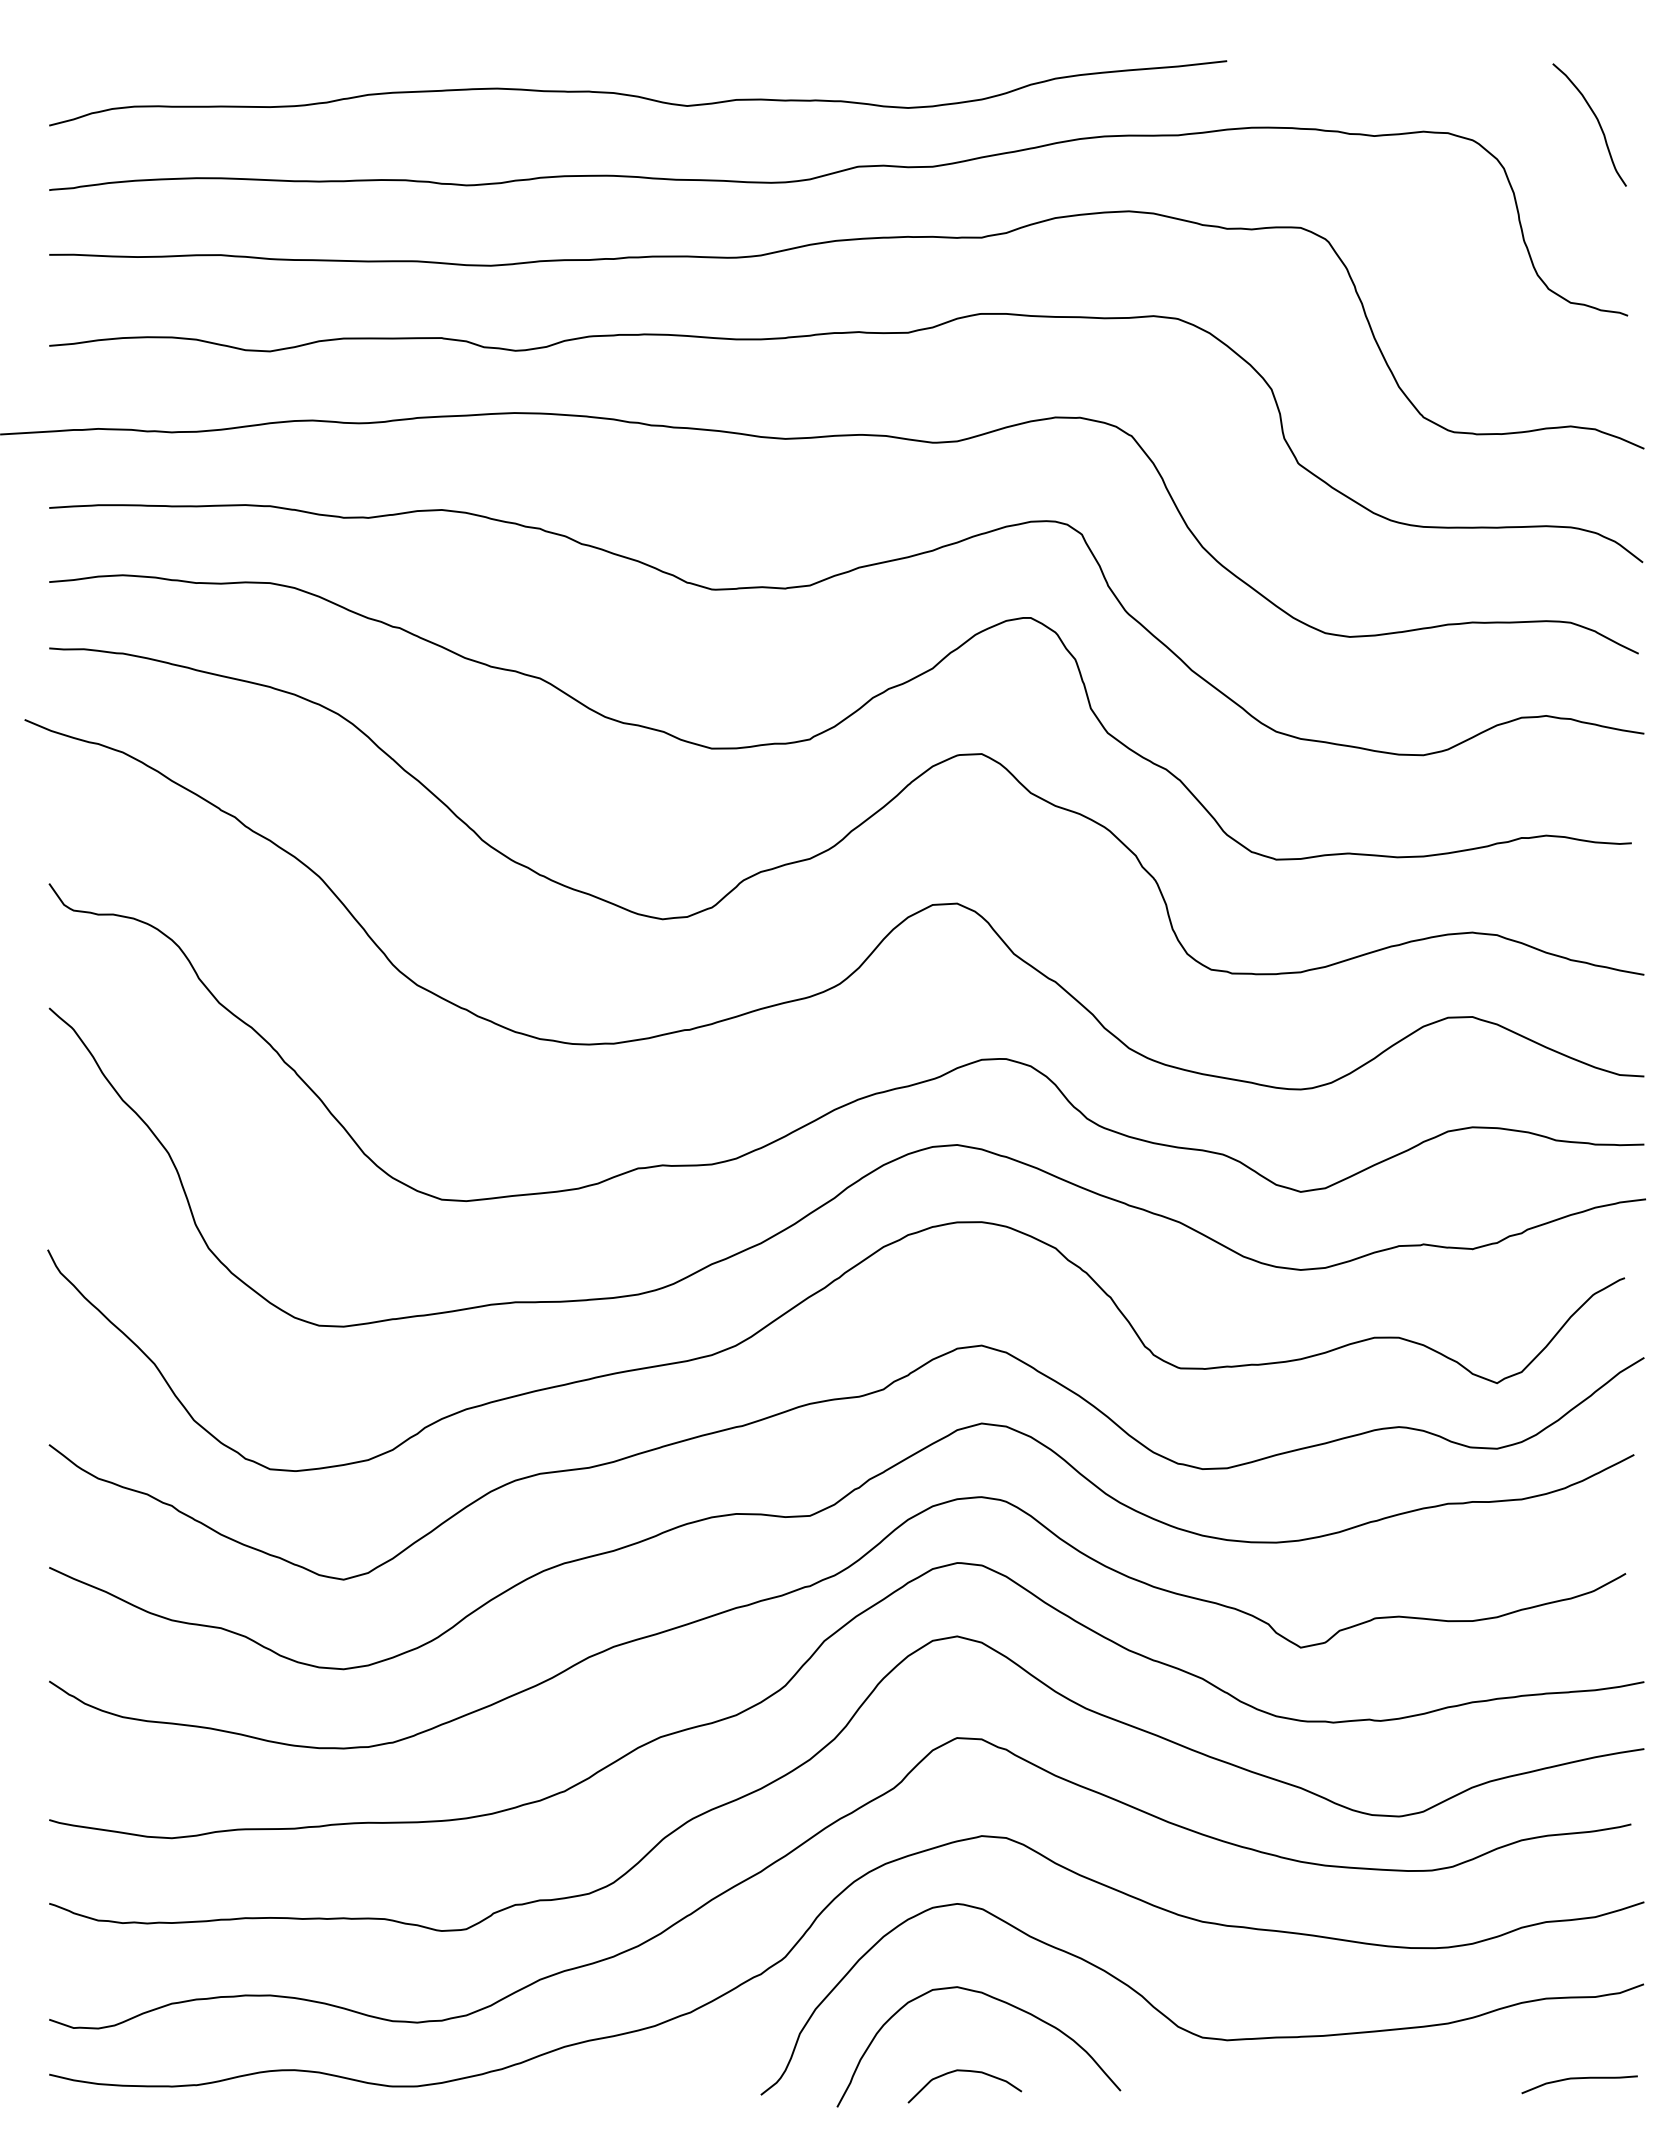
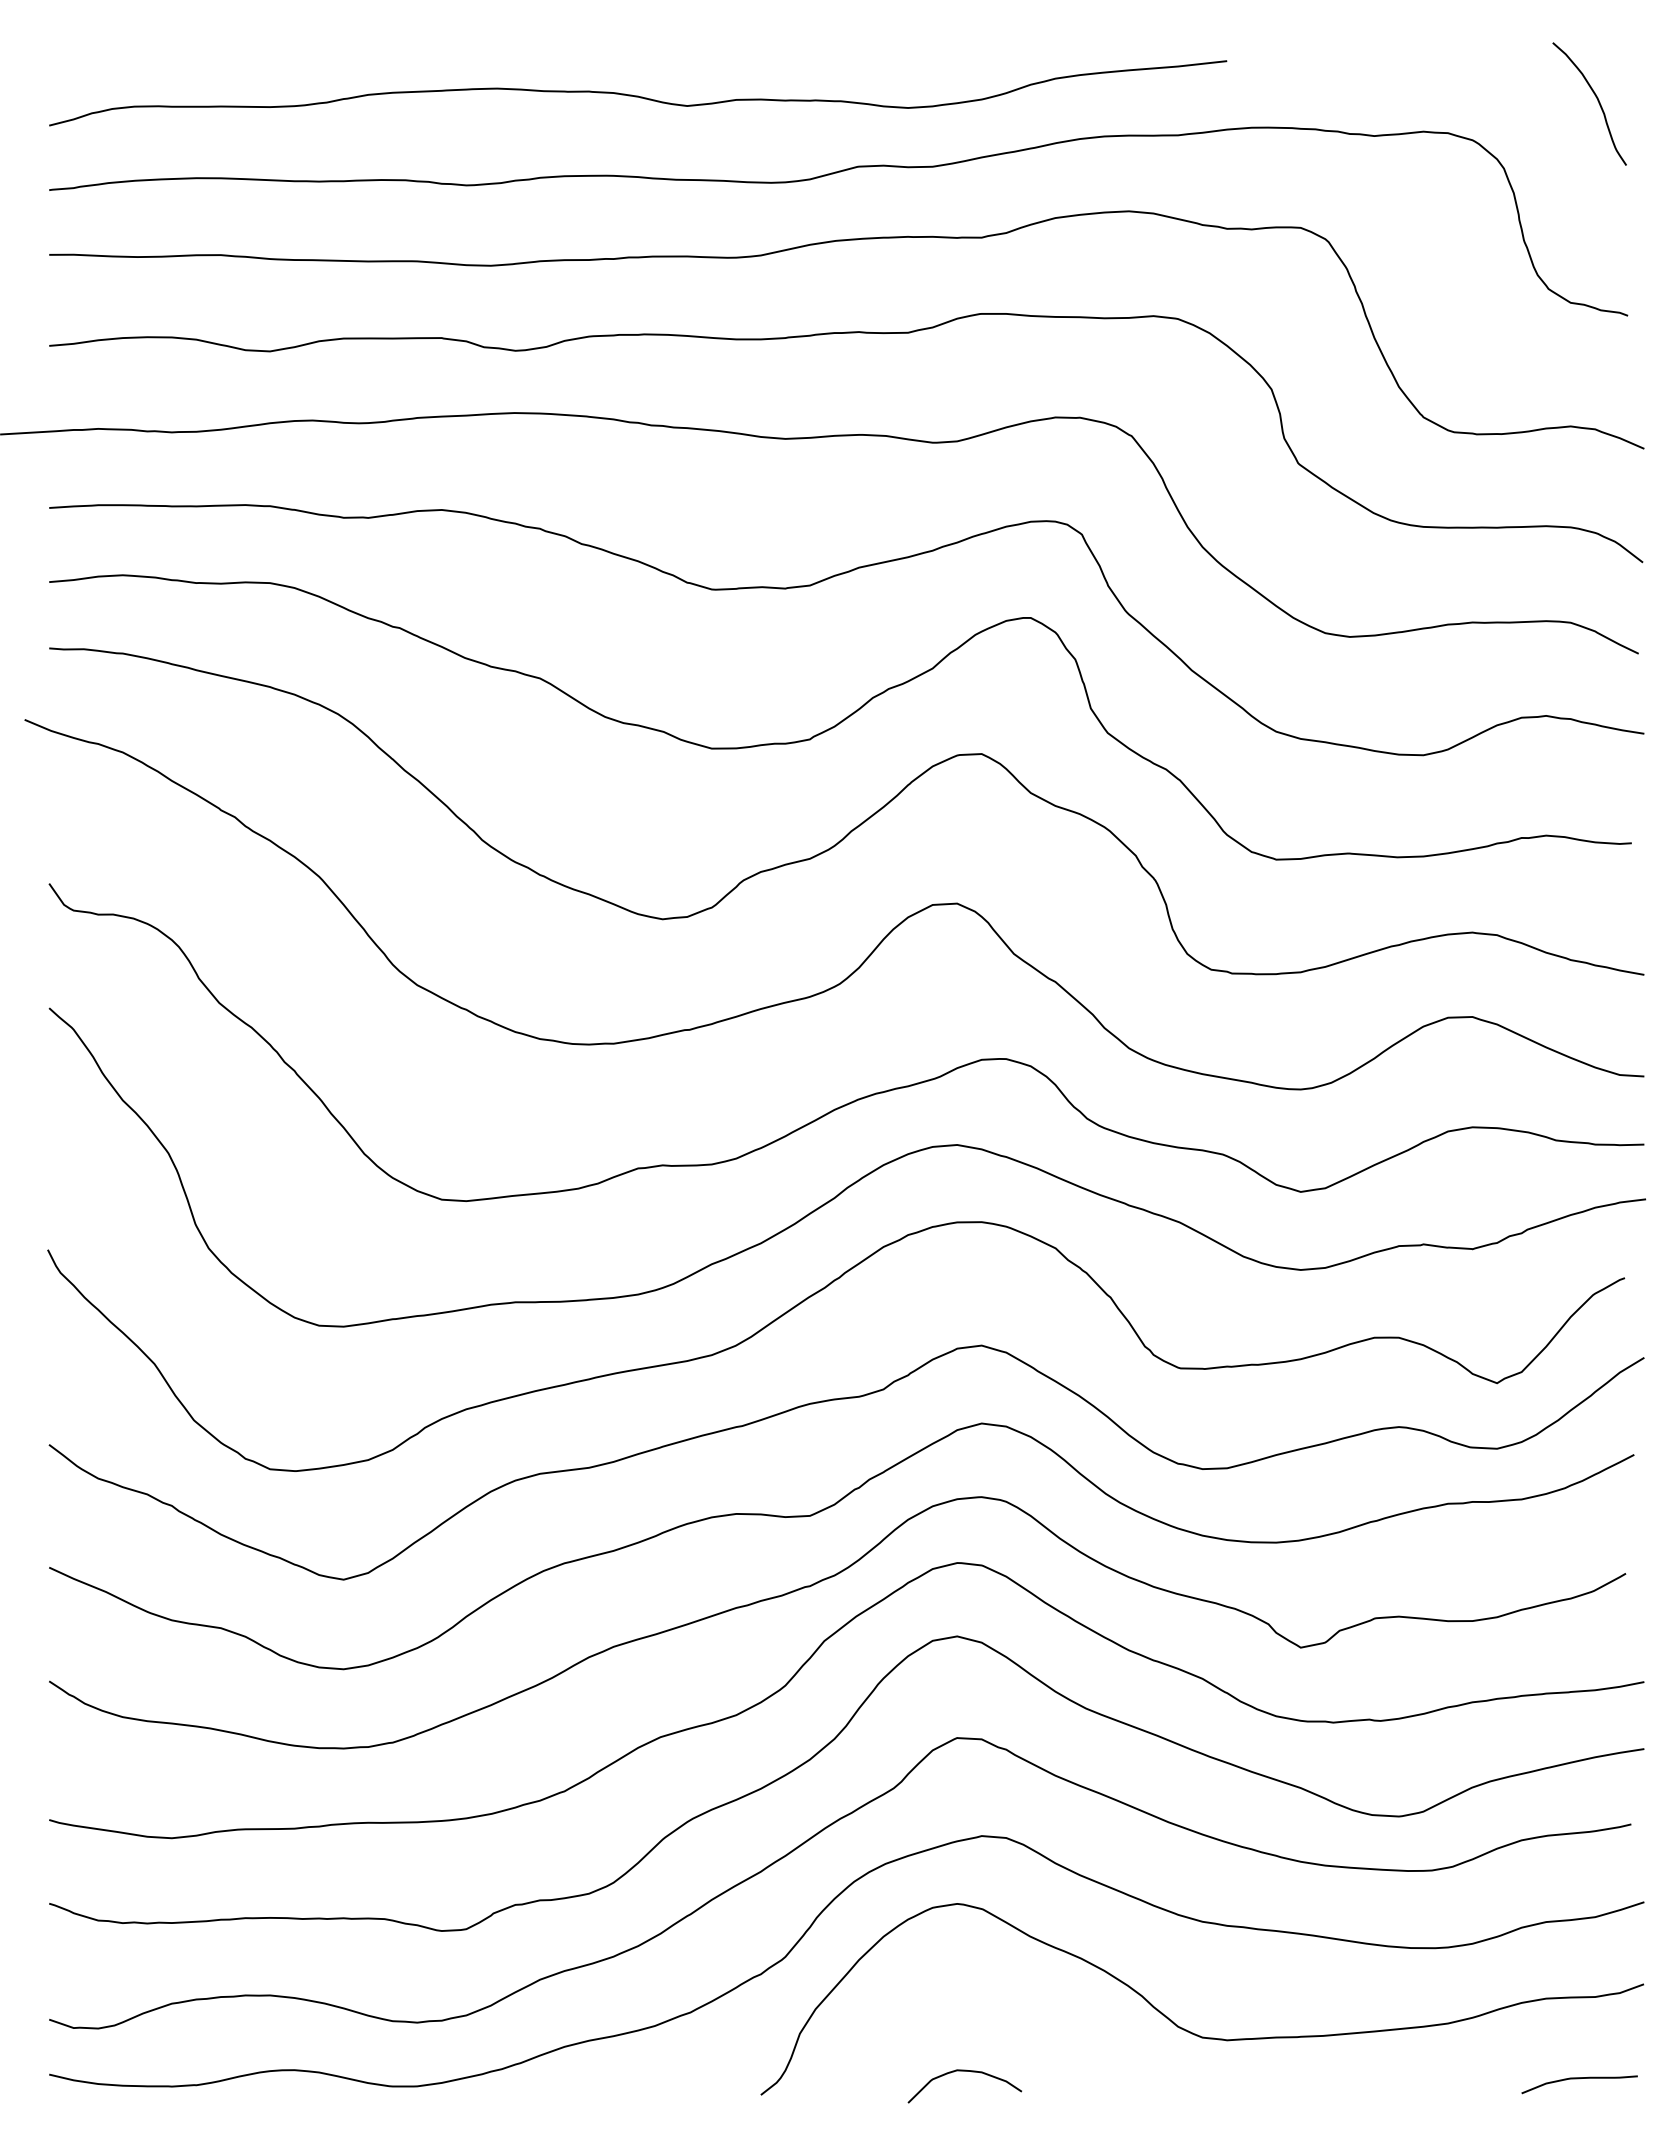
curve at (1597, 122) position: (1597, 122) -> (1597, 101)
curve at (994, 1999): present -> none
